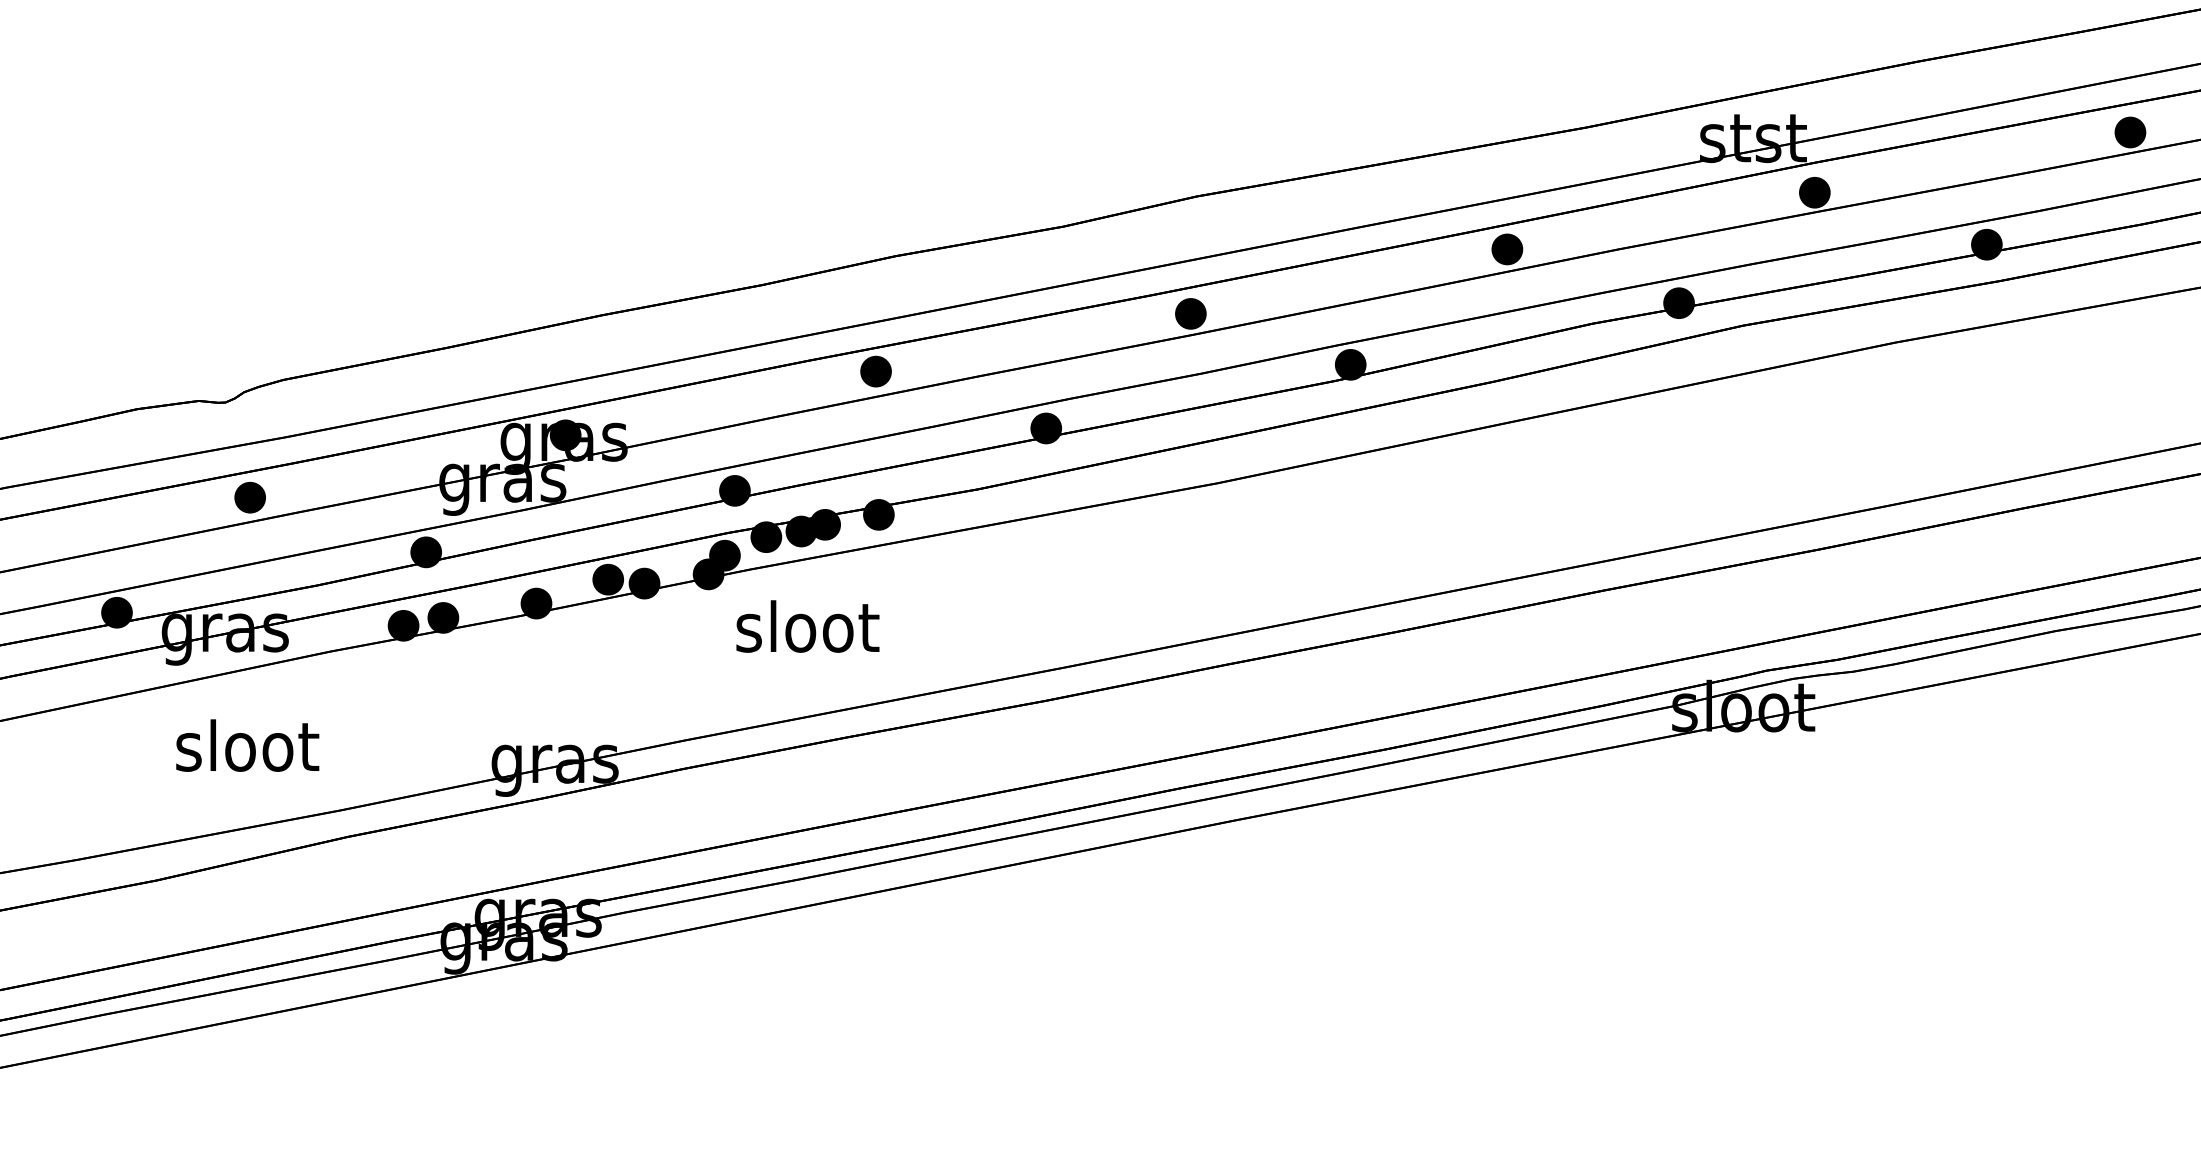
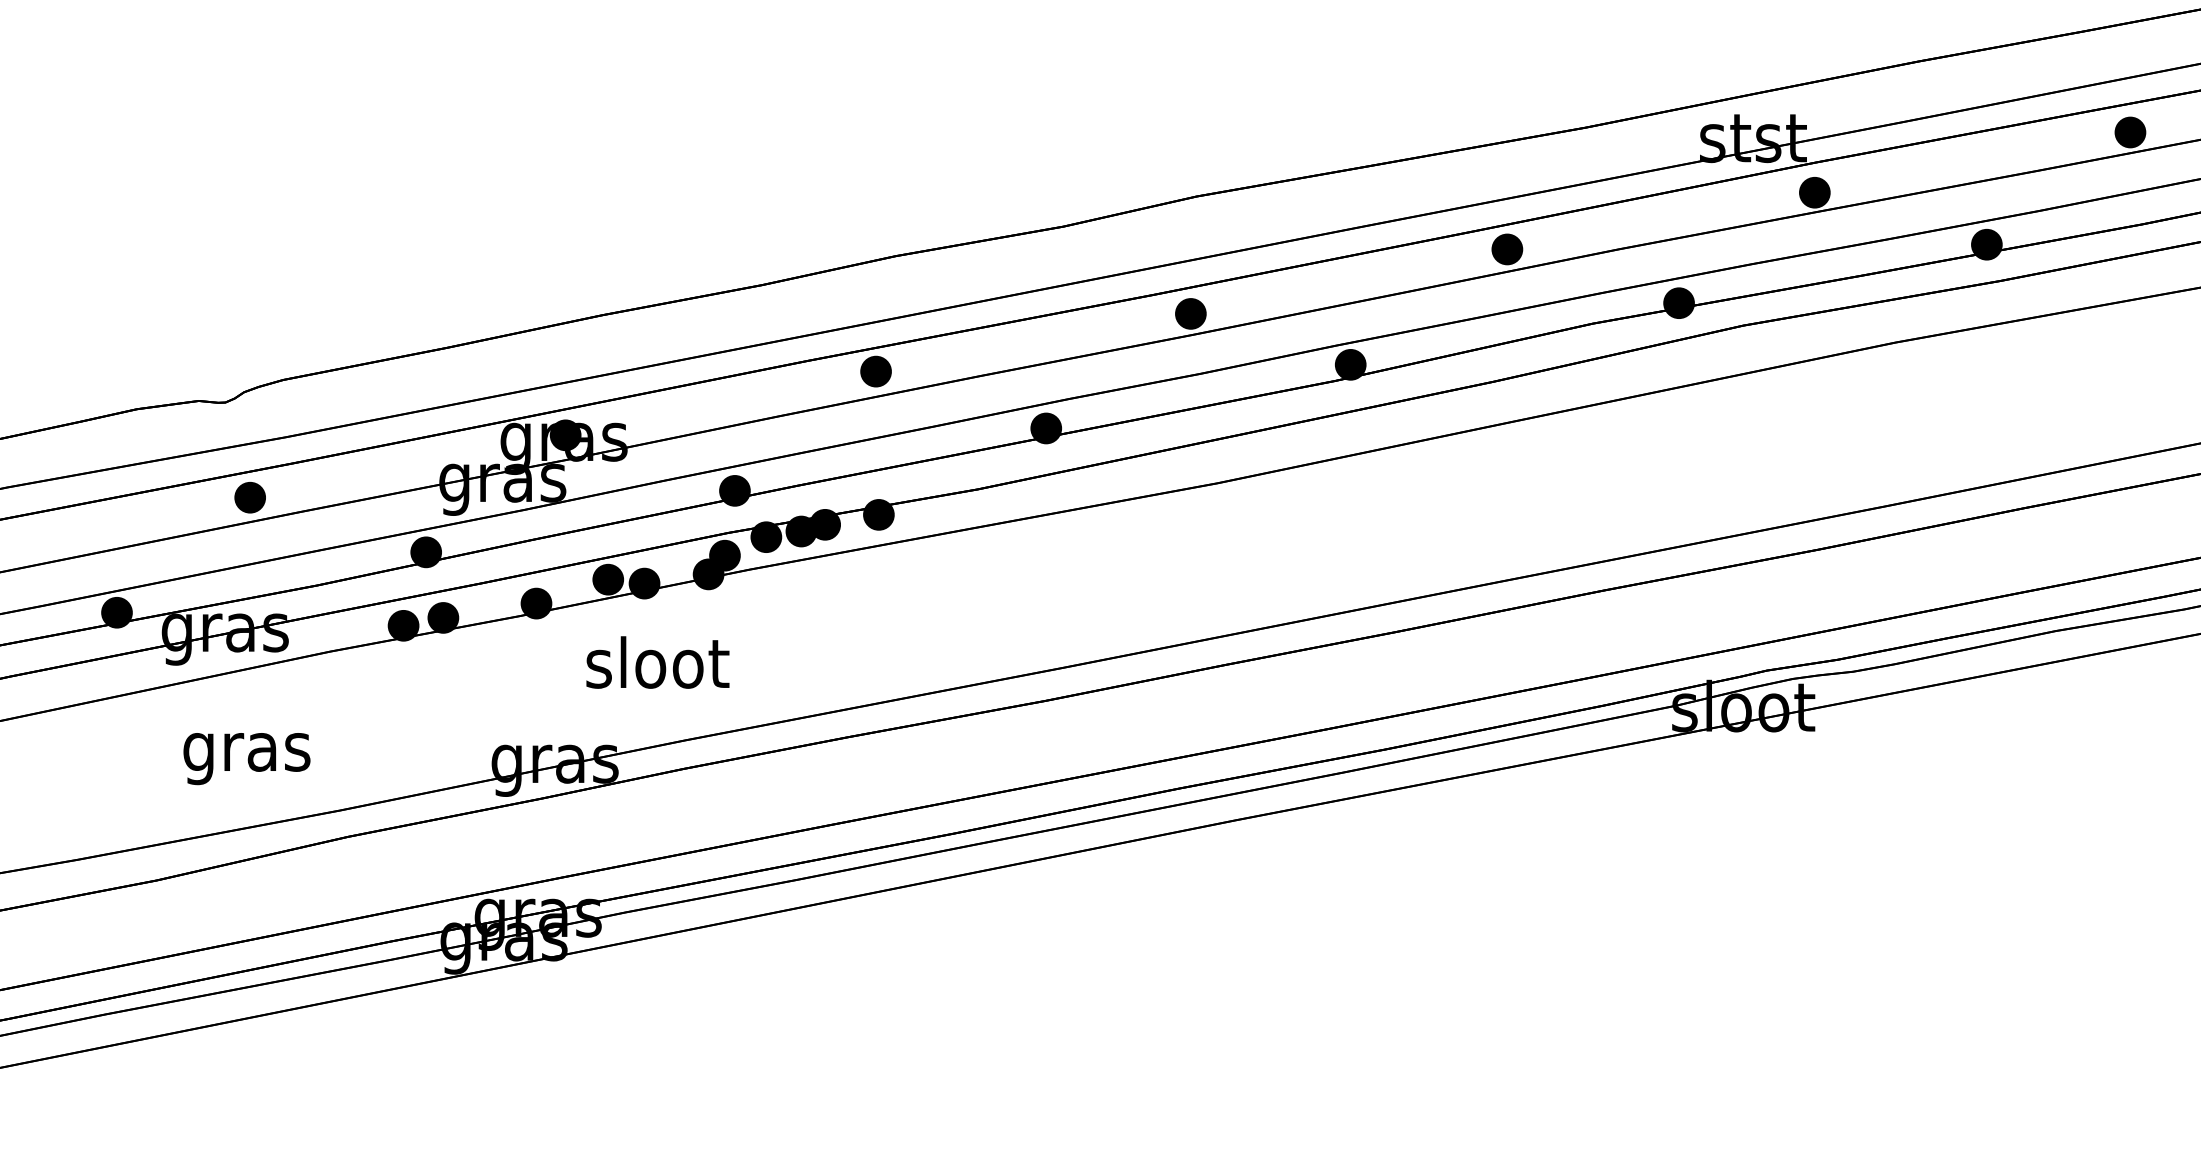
text at (807, 626) position: (807, 626) -> (657, 662)
text at (247, 752): sloot -> gras
